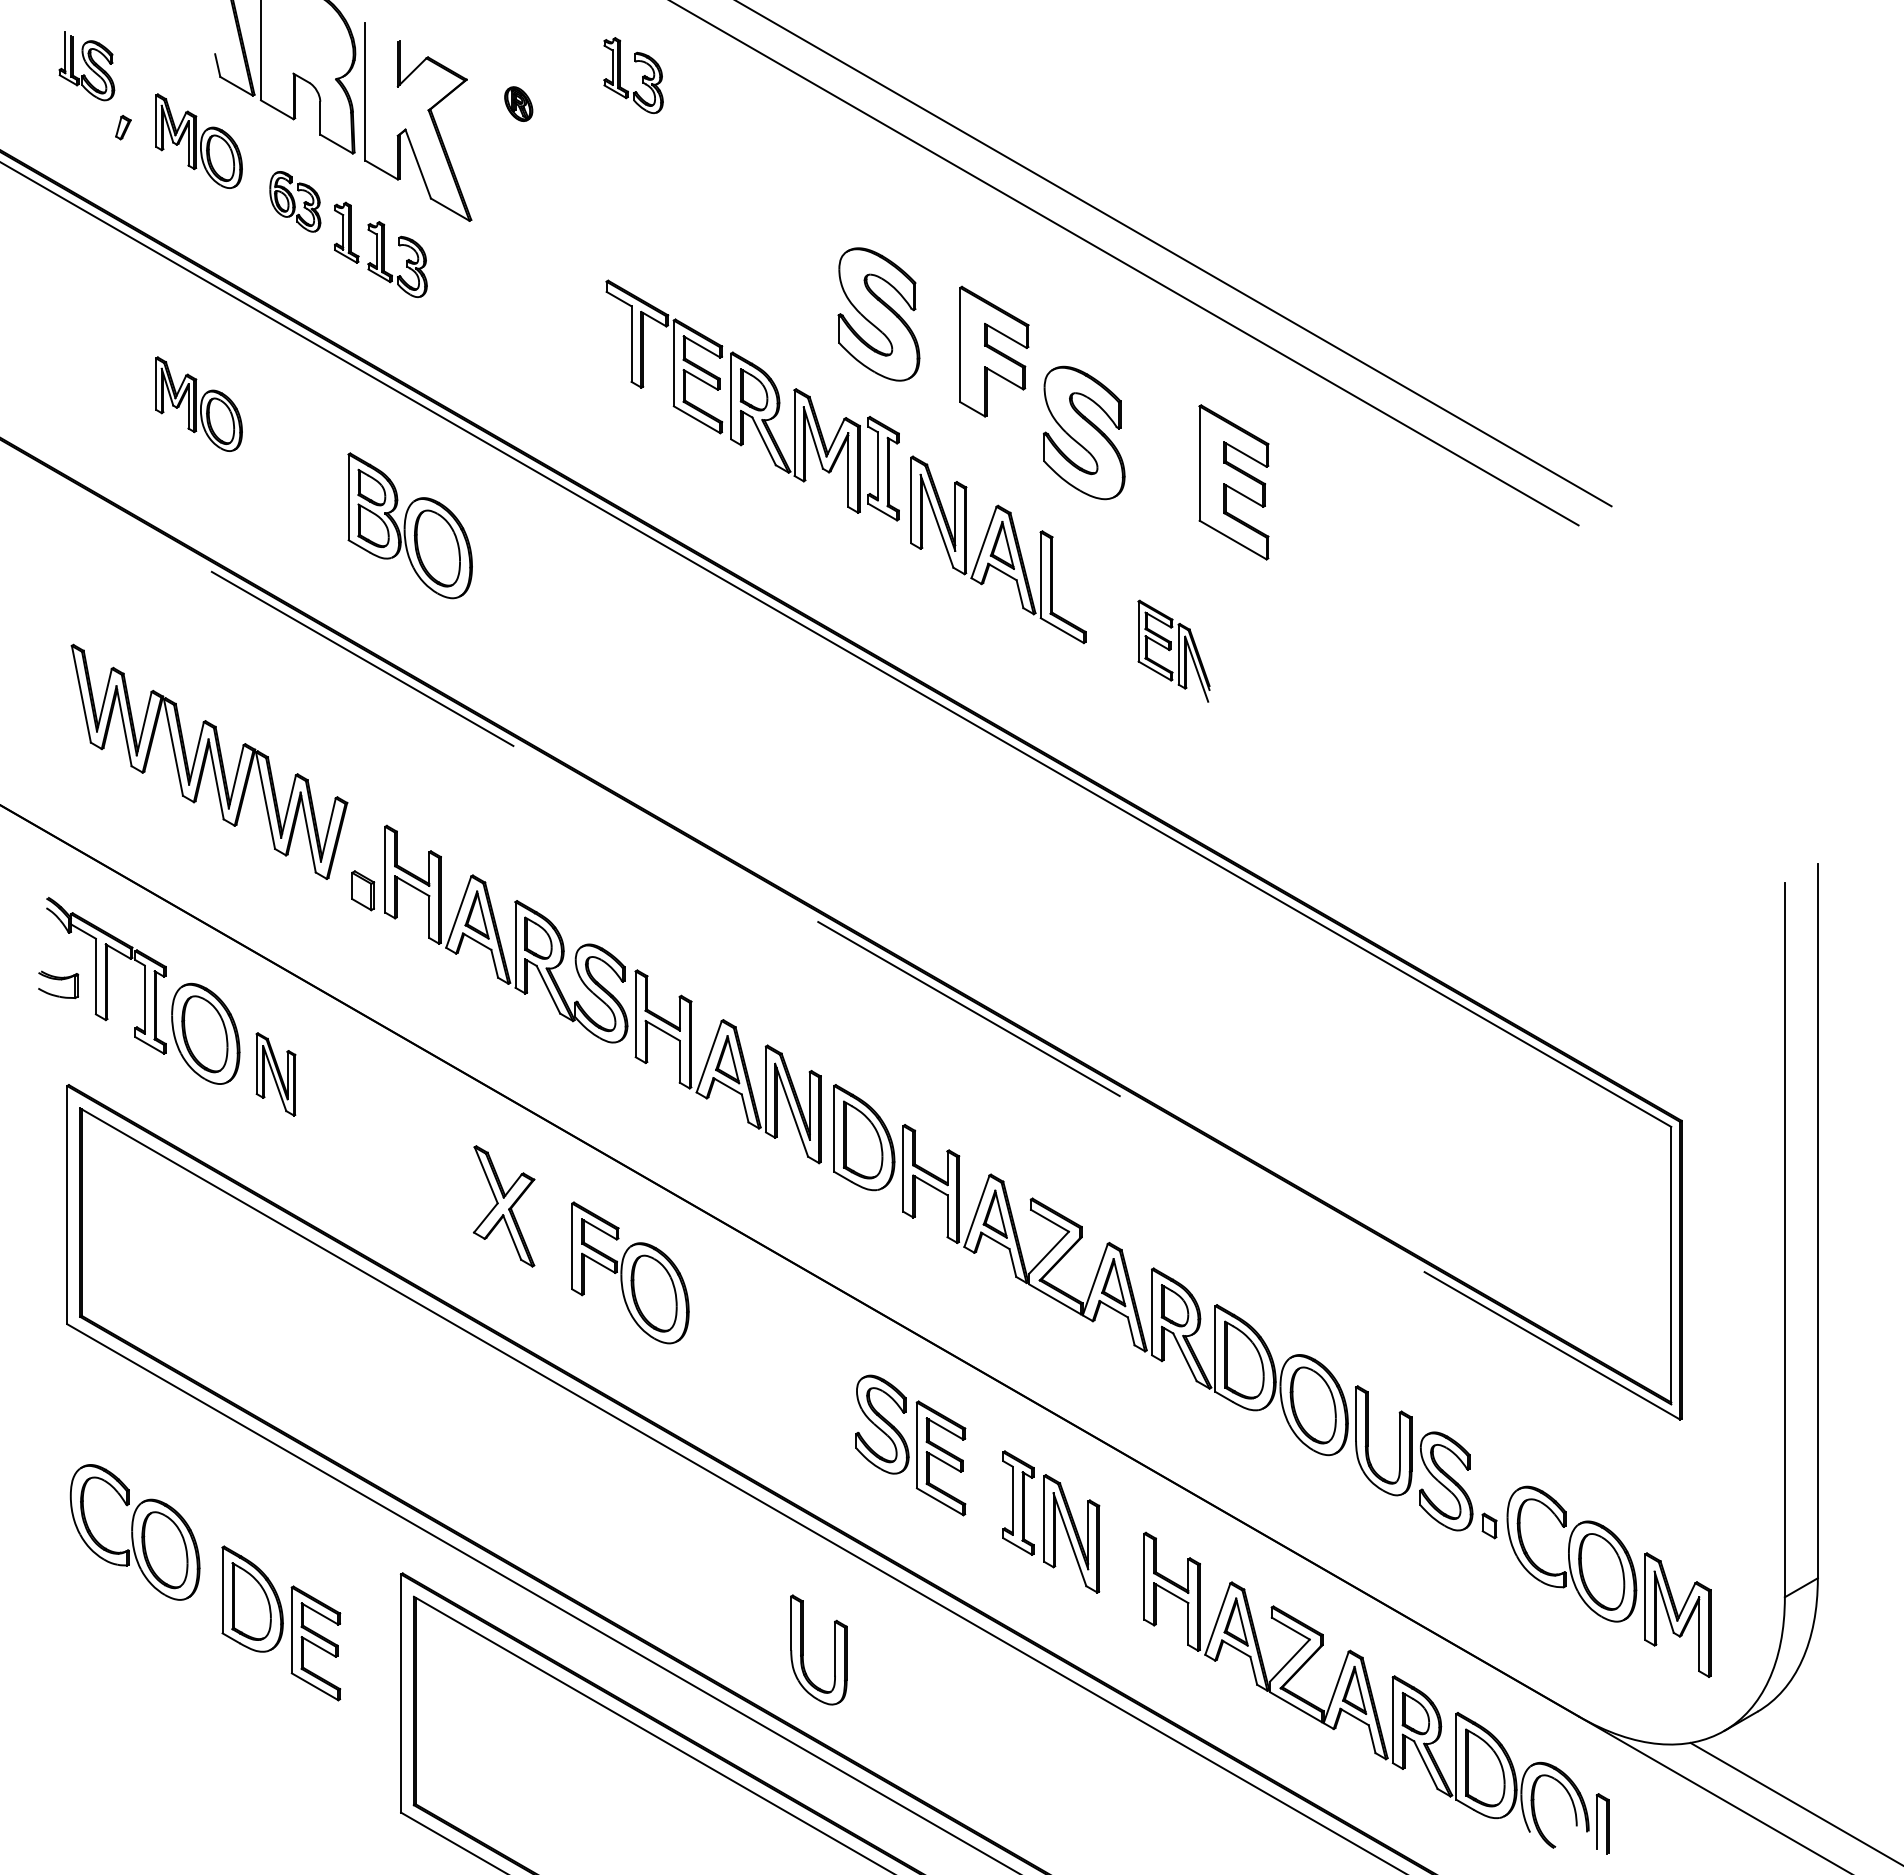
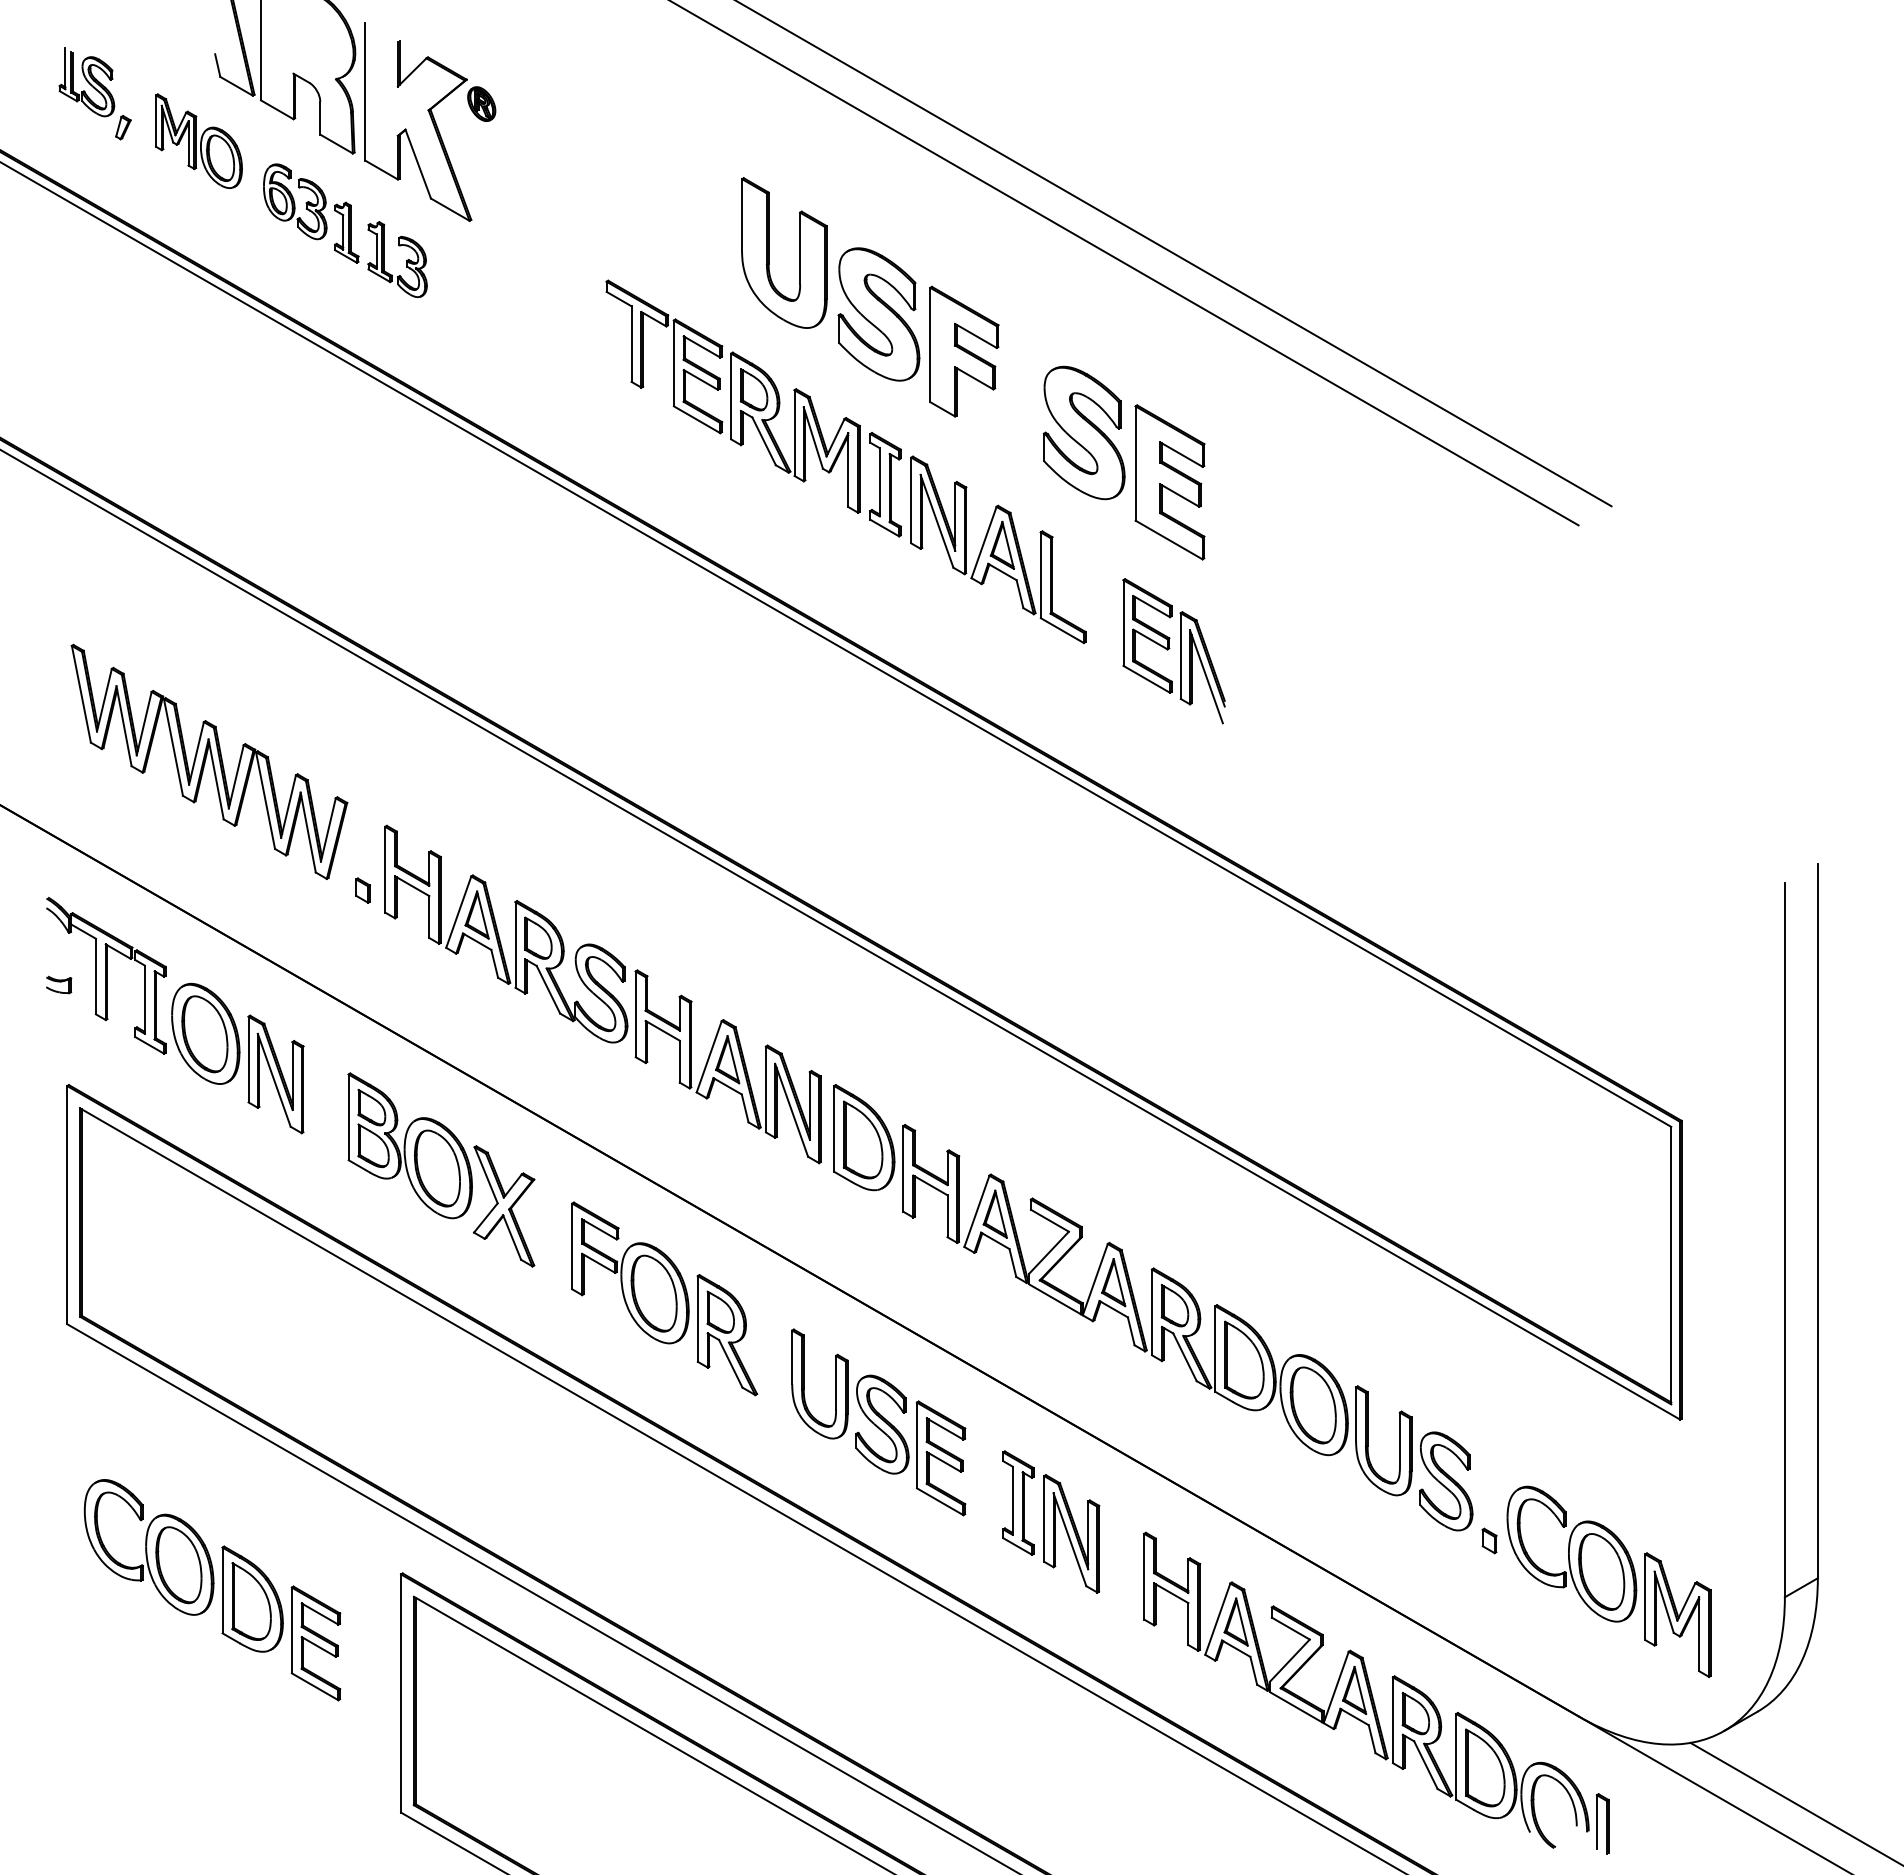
part at (86, 66) position: (86, 66) -> (86, 82)
part at (642, 76): present -> none
part at (518, 103) position: (518, 103) -> (481, 103)
part at (295, 201) size: 53x62 px -> 65x78 px
part at (769, 252): none -> present
part at (994, 351) position: (994, 351) -> (964, 351)
part at (198, 403): present -> none
part at (883, 468) position: (883, 468) -> (885, 484)
part at (1233, 482) position: (1233, 482) -> (1169, 482)
part at (409, 525) position: (409, 525) -> (409, 1145)
part at (1173, 650) size: 74x104 px -> 104x147 px
part at (363, 890) size: 25x42 px -> 16x27 px
line at (840, 934): dashed -> solid
part at (58, 984) size: 42x30 px -> 27x20 px
part at (275, 1074) size: 42x85 px -> 58x121 px
part at (727, 1335): none -> present
part at (1489, 1525) position: (1489, 1525) -> (1489, 1540)
part at (134, 1532) position: (134, 1532) -> (148, 1547)
part at (803, 1649) position: (803, 1649) -> (804, 1383)
